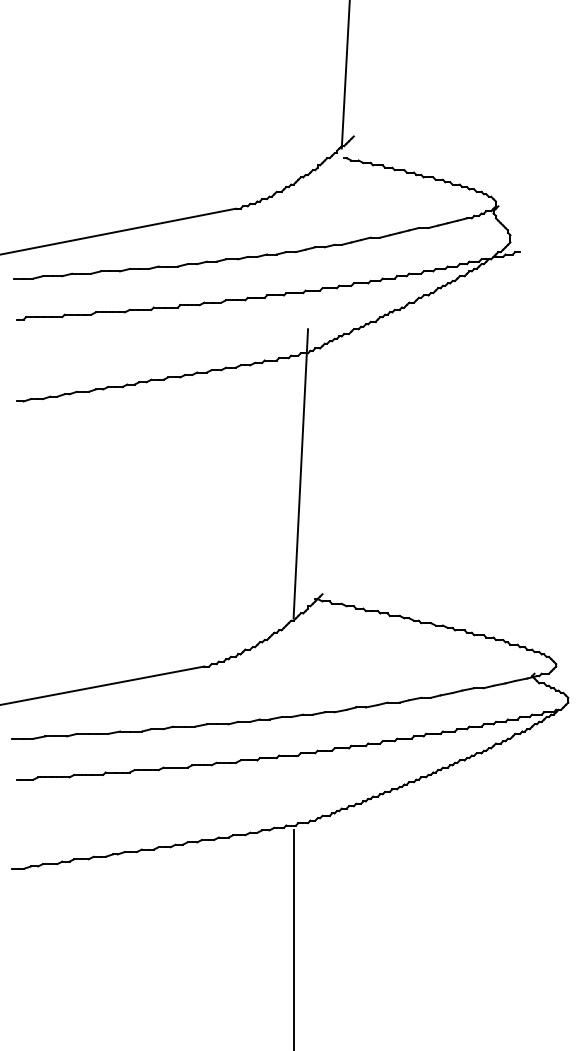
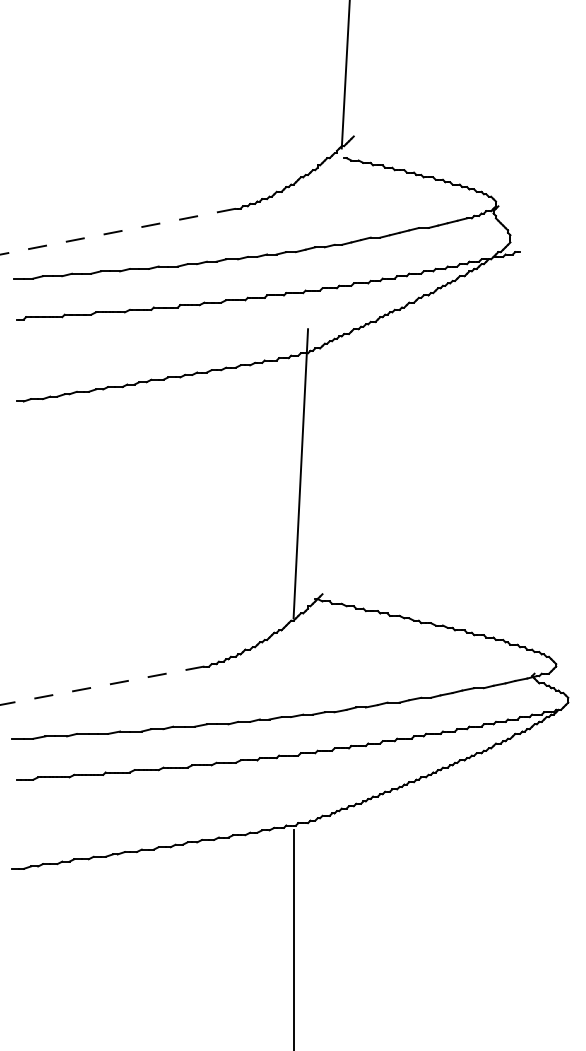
line at (118, 231): solid -> dashed
line at (102, 685): solid -> dashed
